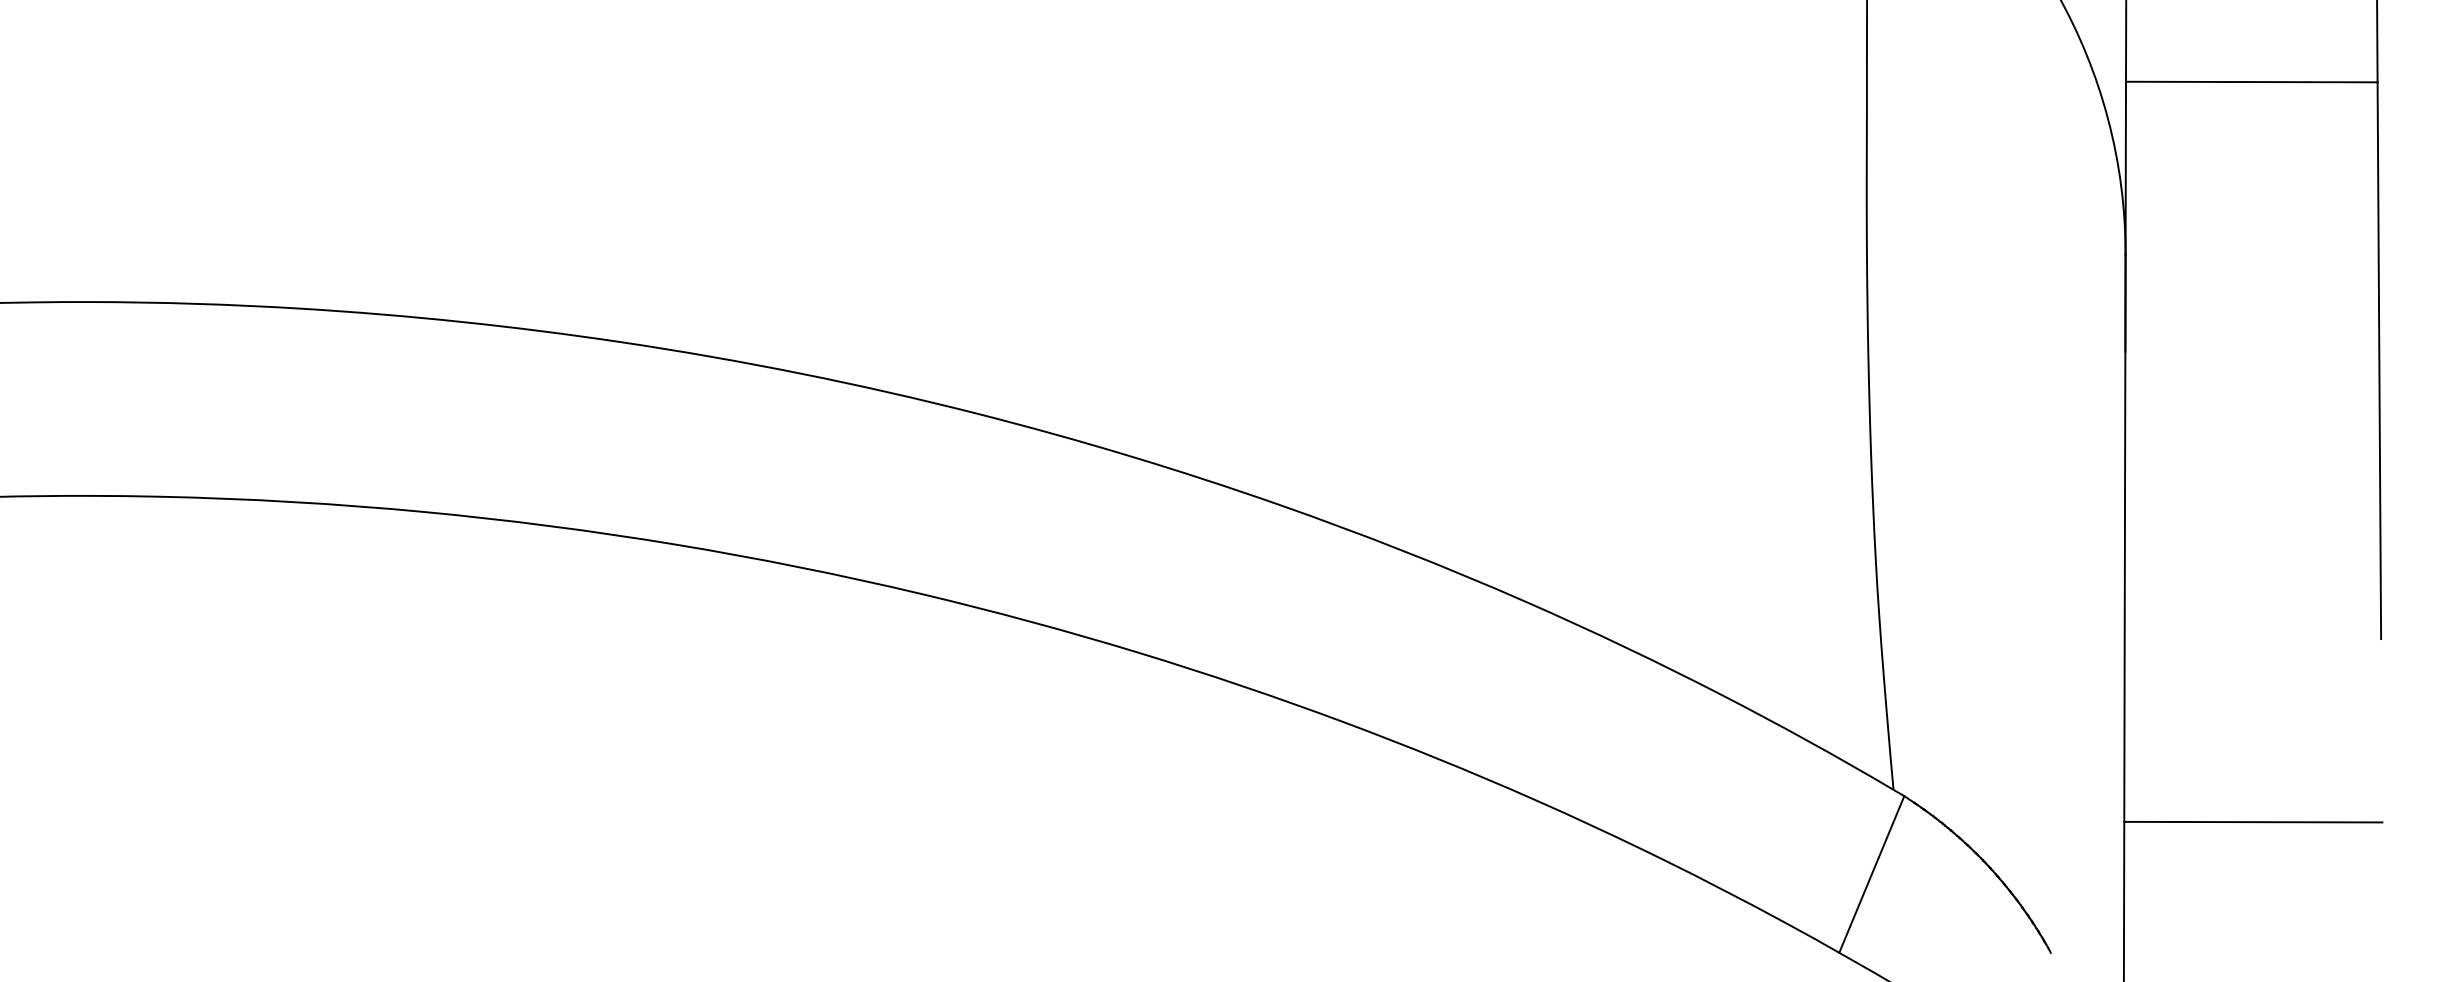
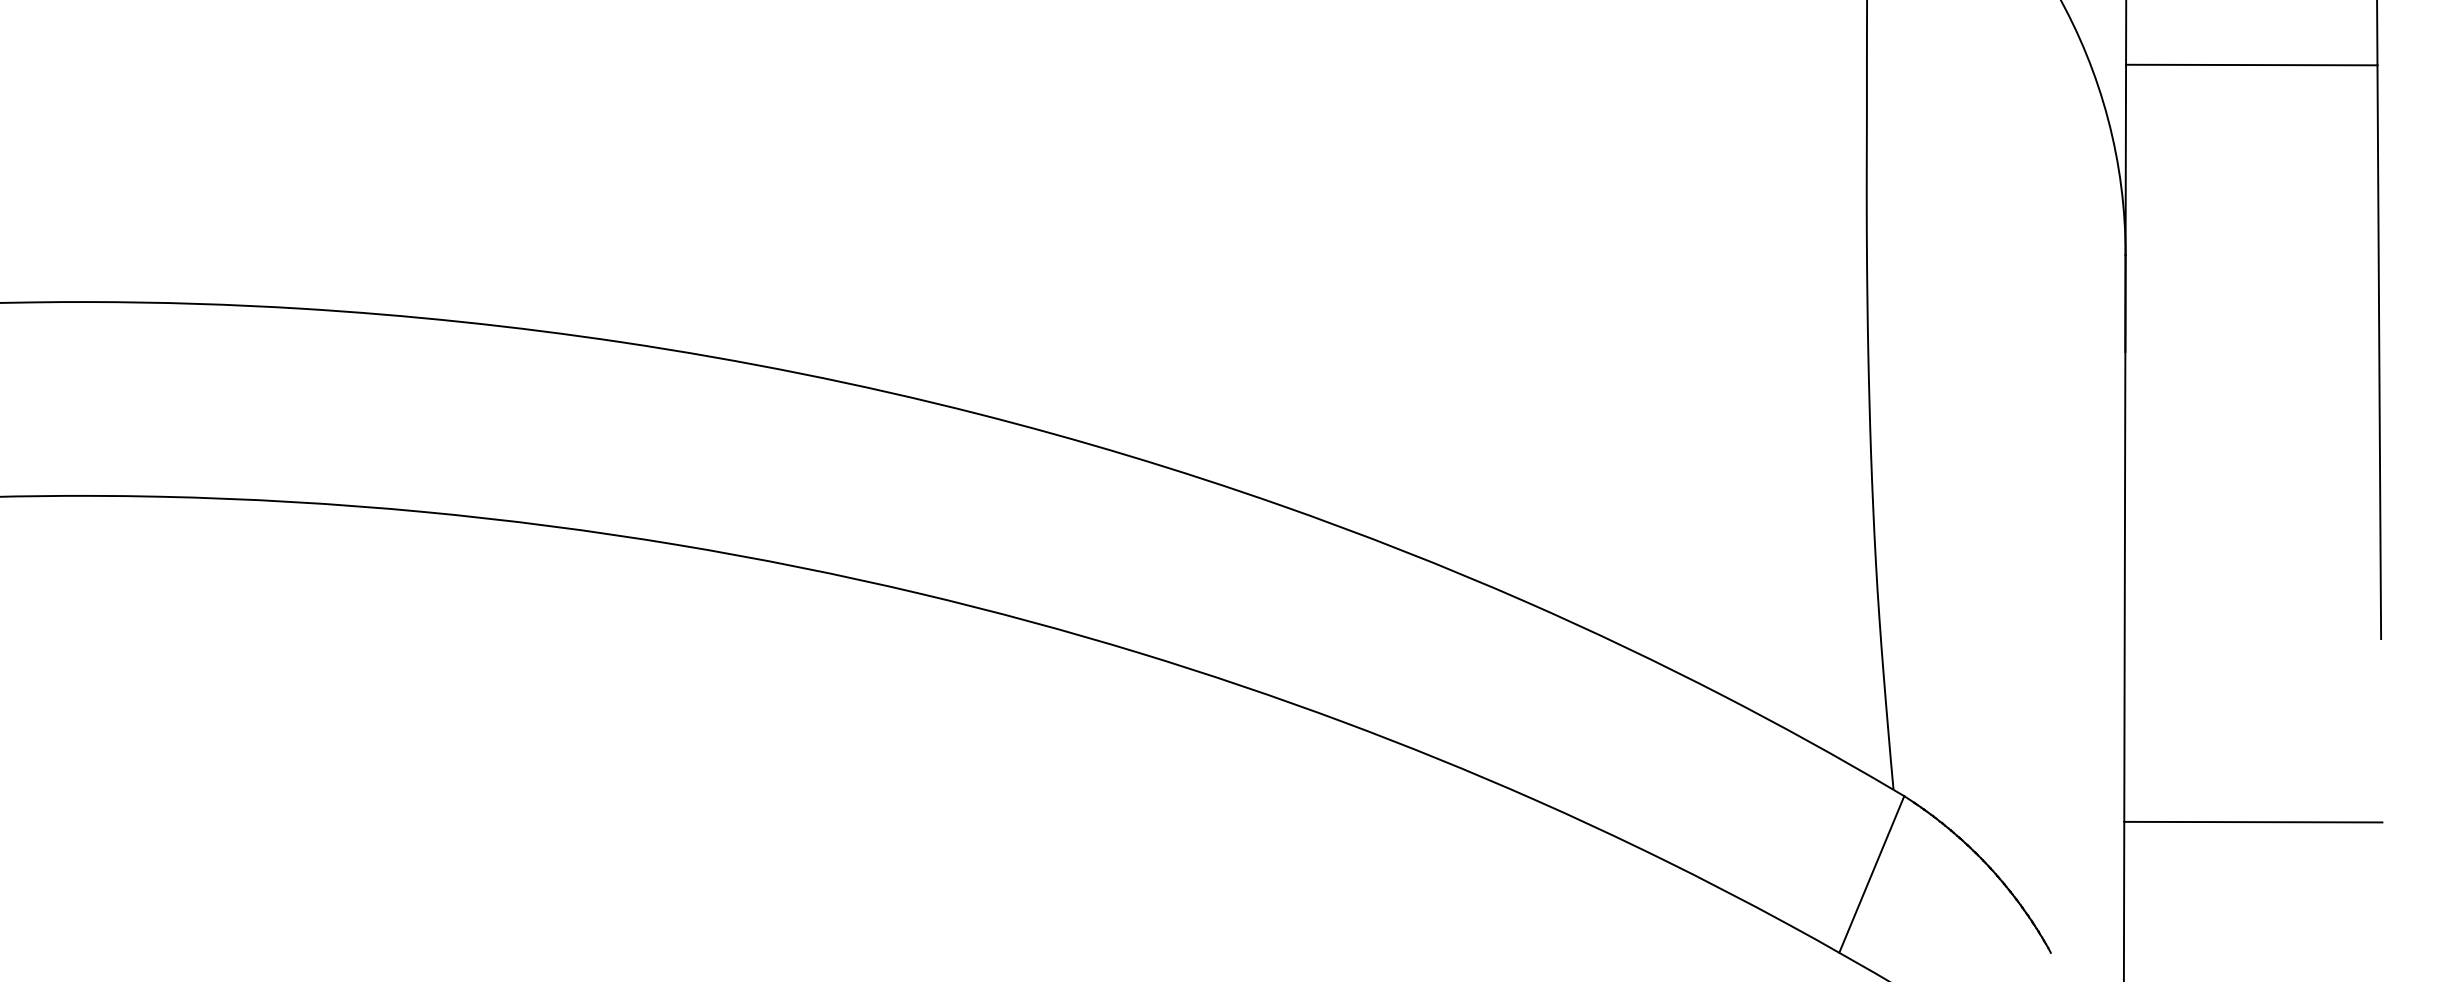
line at (2251, 81) position: (2251, 81) -> (2251, 64)
